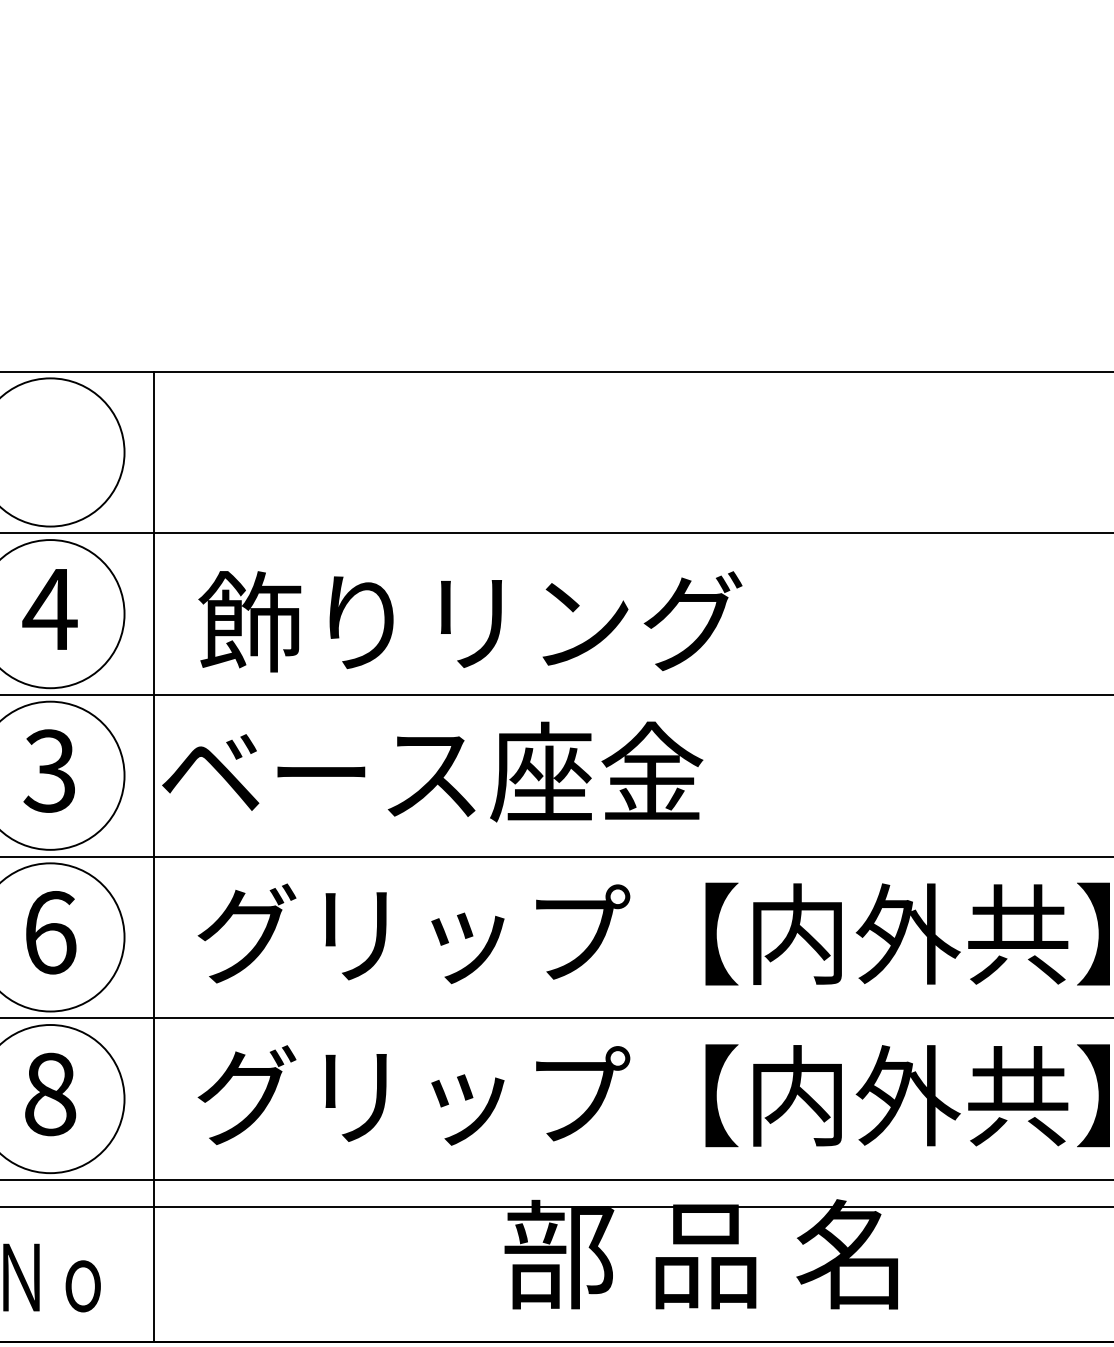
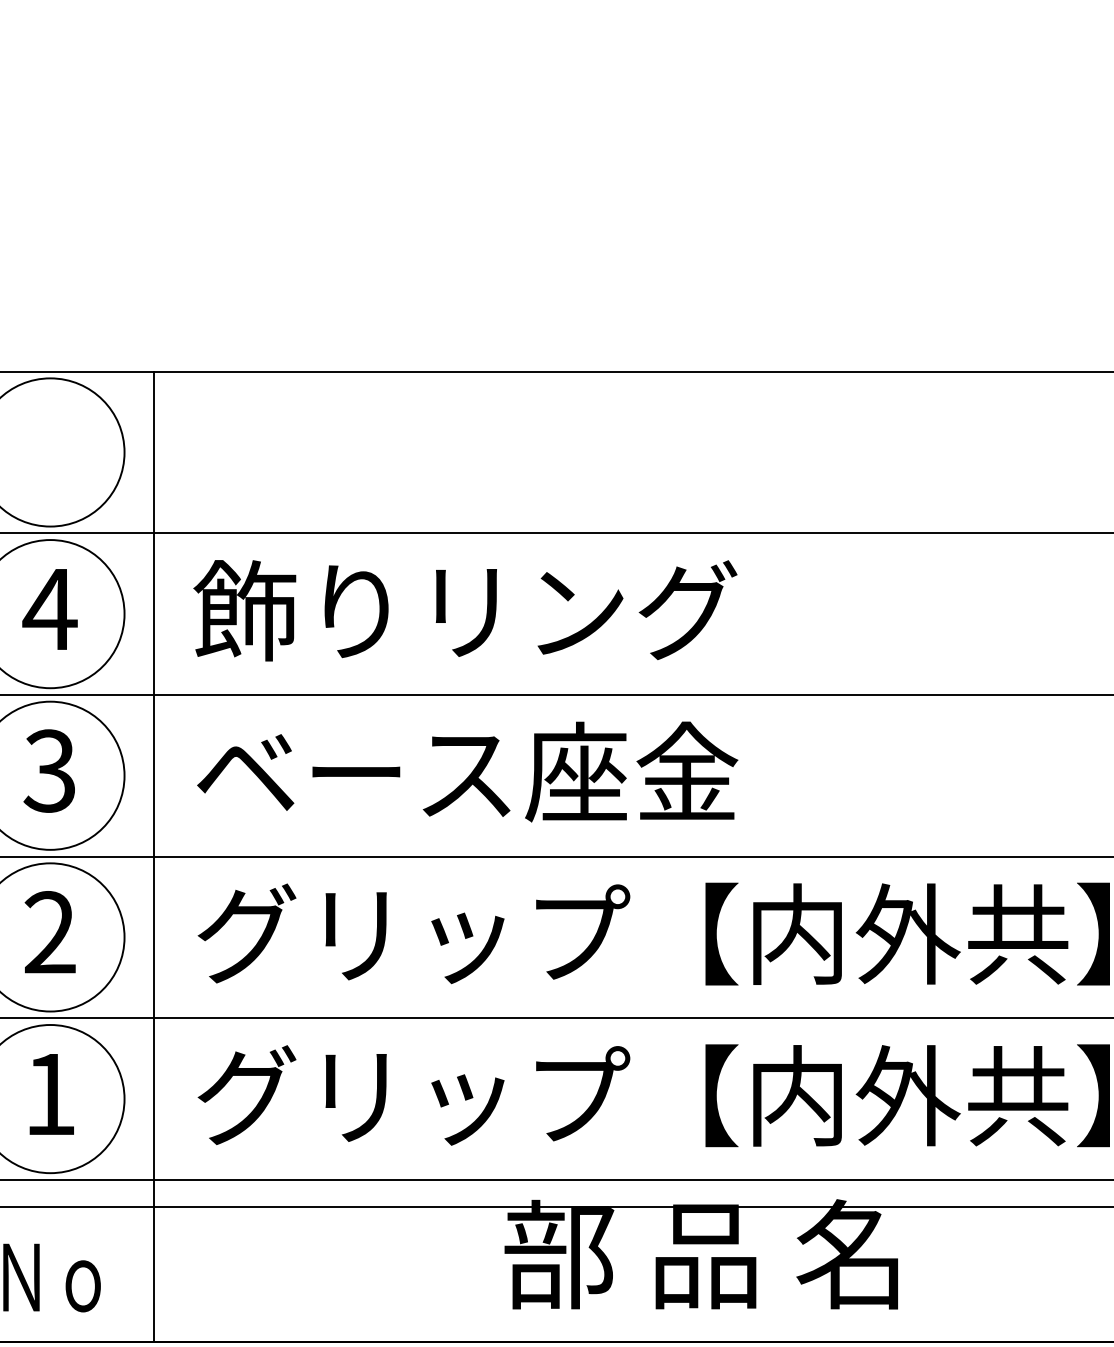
text at (470, 621) position: (470, 621) -> (465, 610)
text at (432, 771) position: (432, 771) -> (467, 771)
text at (50, 932): 6 -> 2
text at (50, 1094): 8 -> 1
